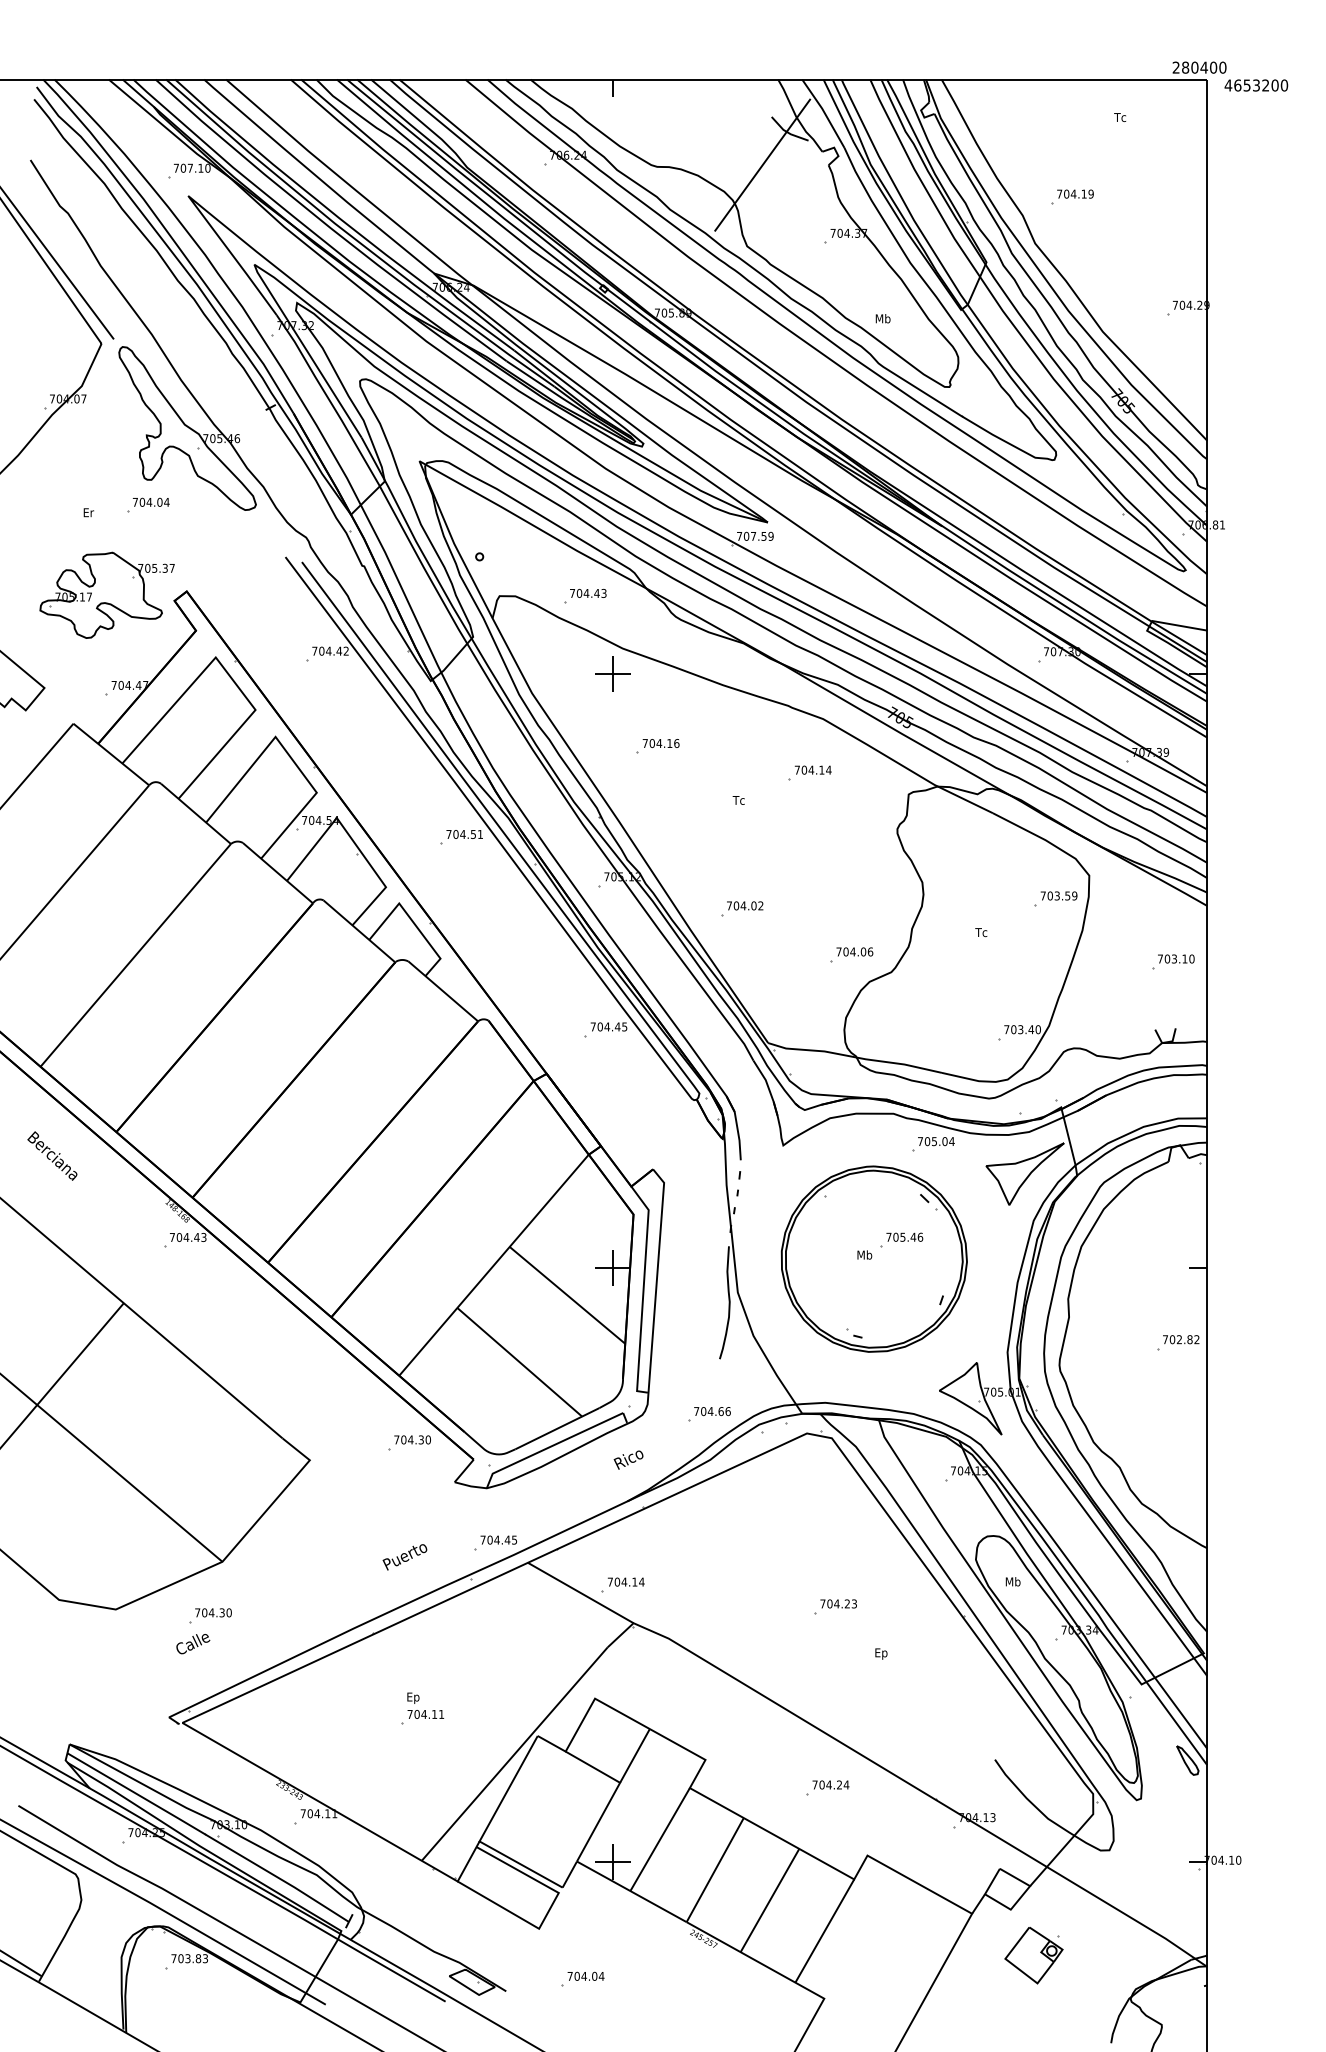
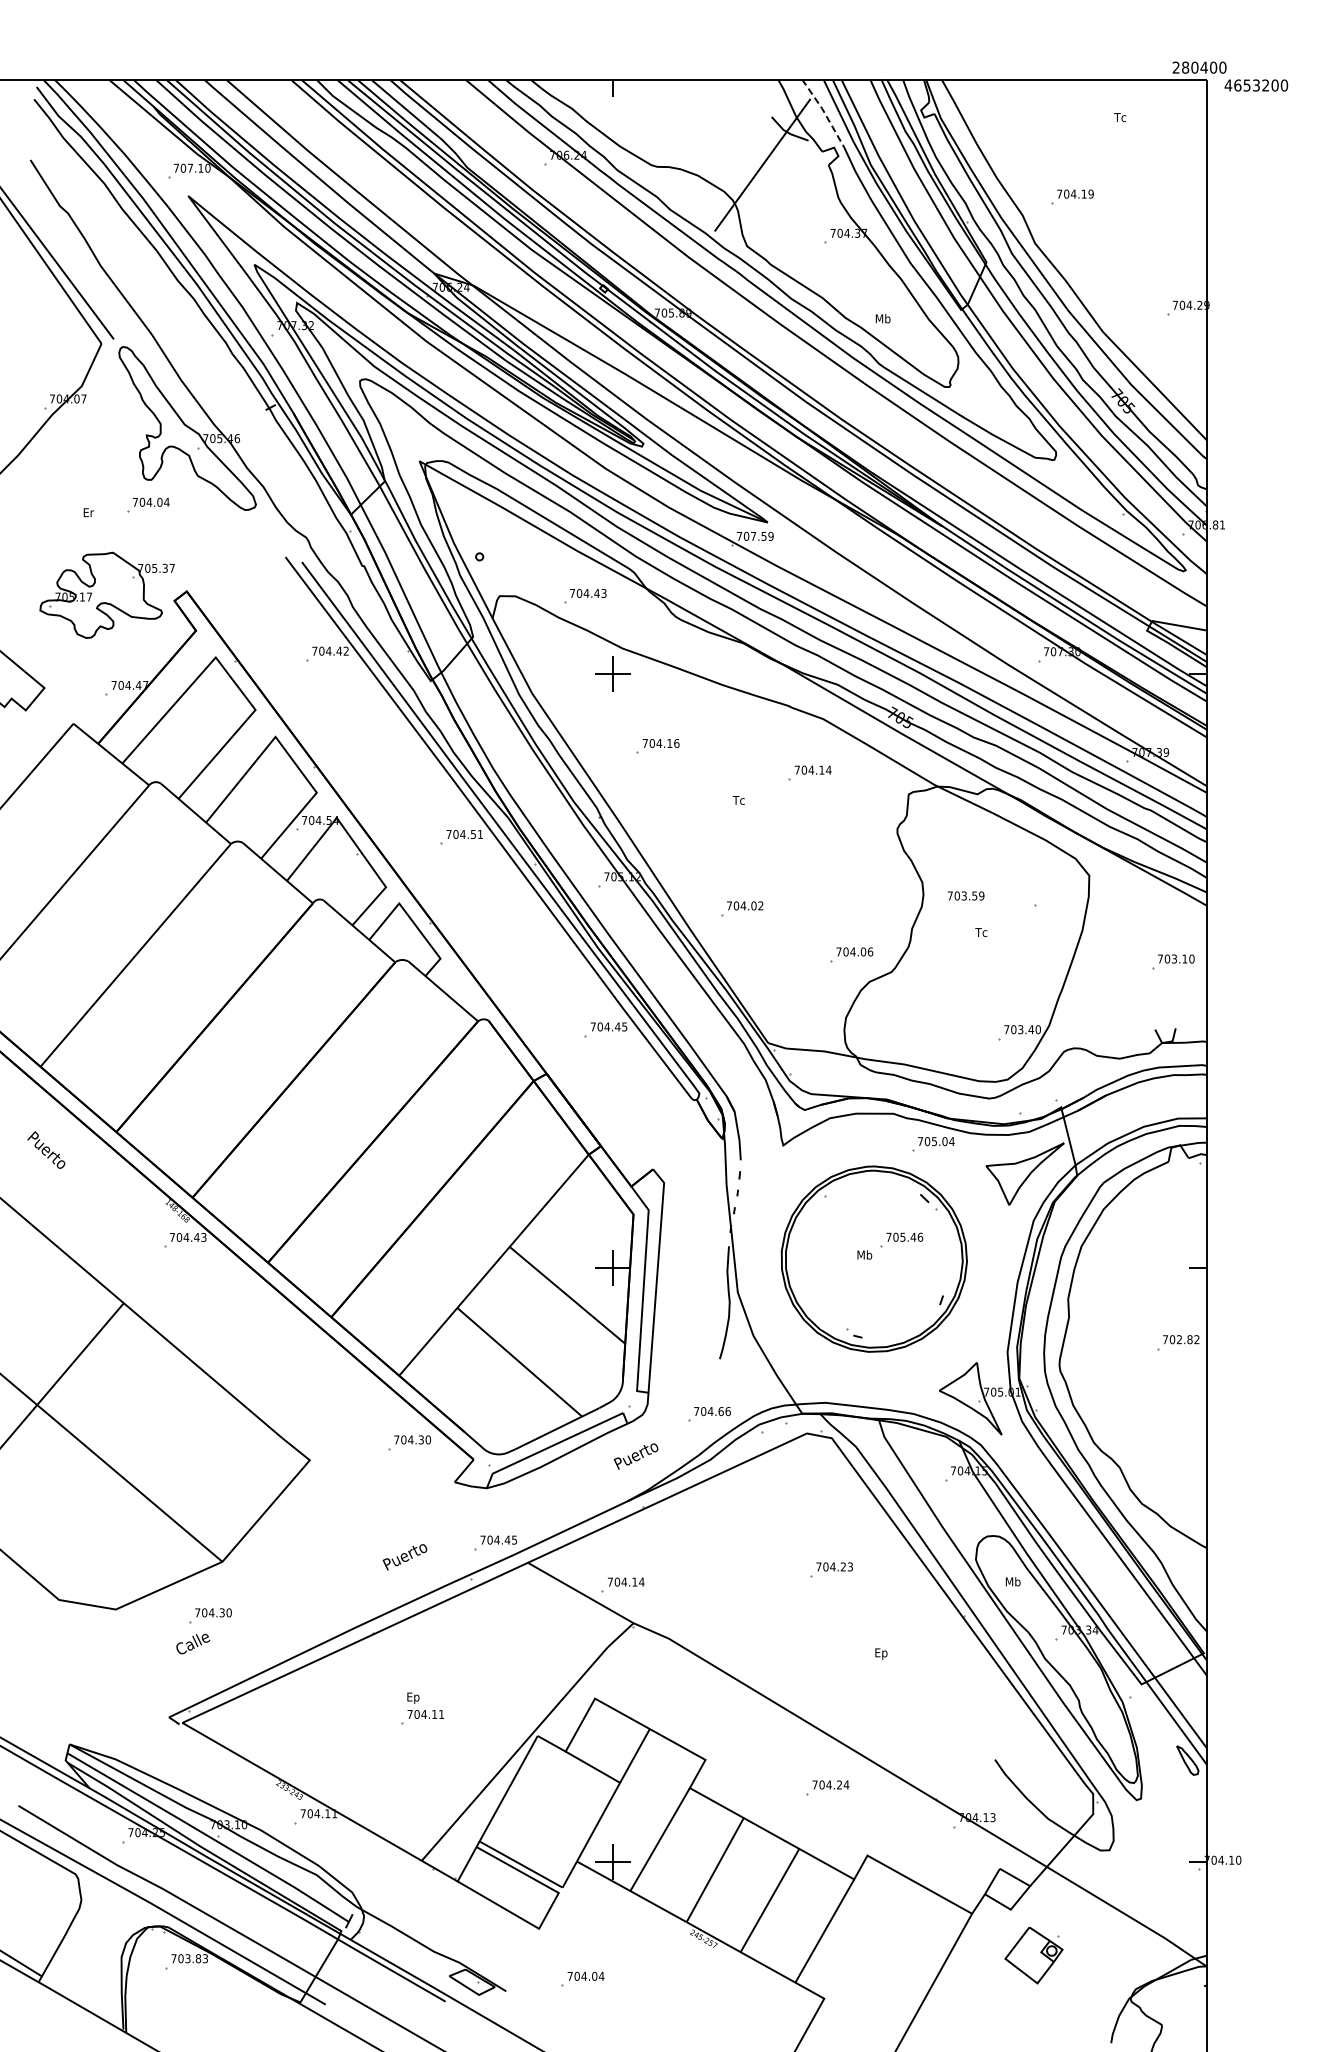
line at (824, 112): solid -> dashed
text at (1058, 895) position: (1058, 895) -> (965, 895)
text at (52, 1157): Berciana -> Puerto
text at (637, 1454): Rico -> Puerto
part at (835, 1606) position: (835, 1606) -> (831, 1569)
